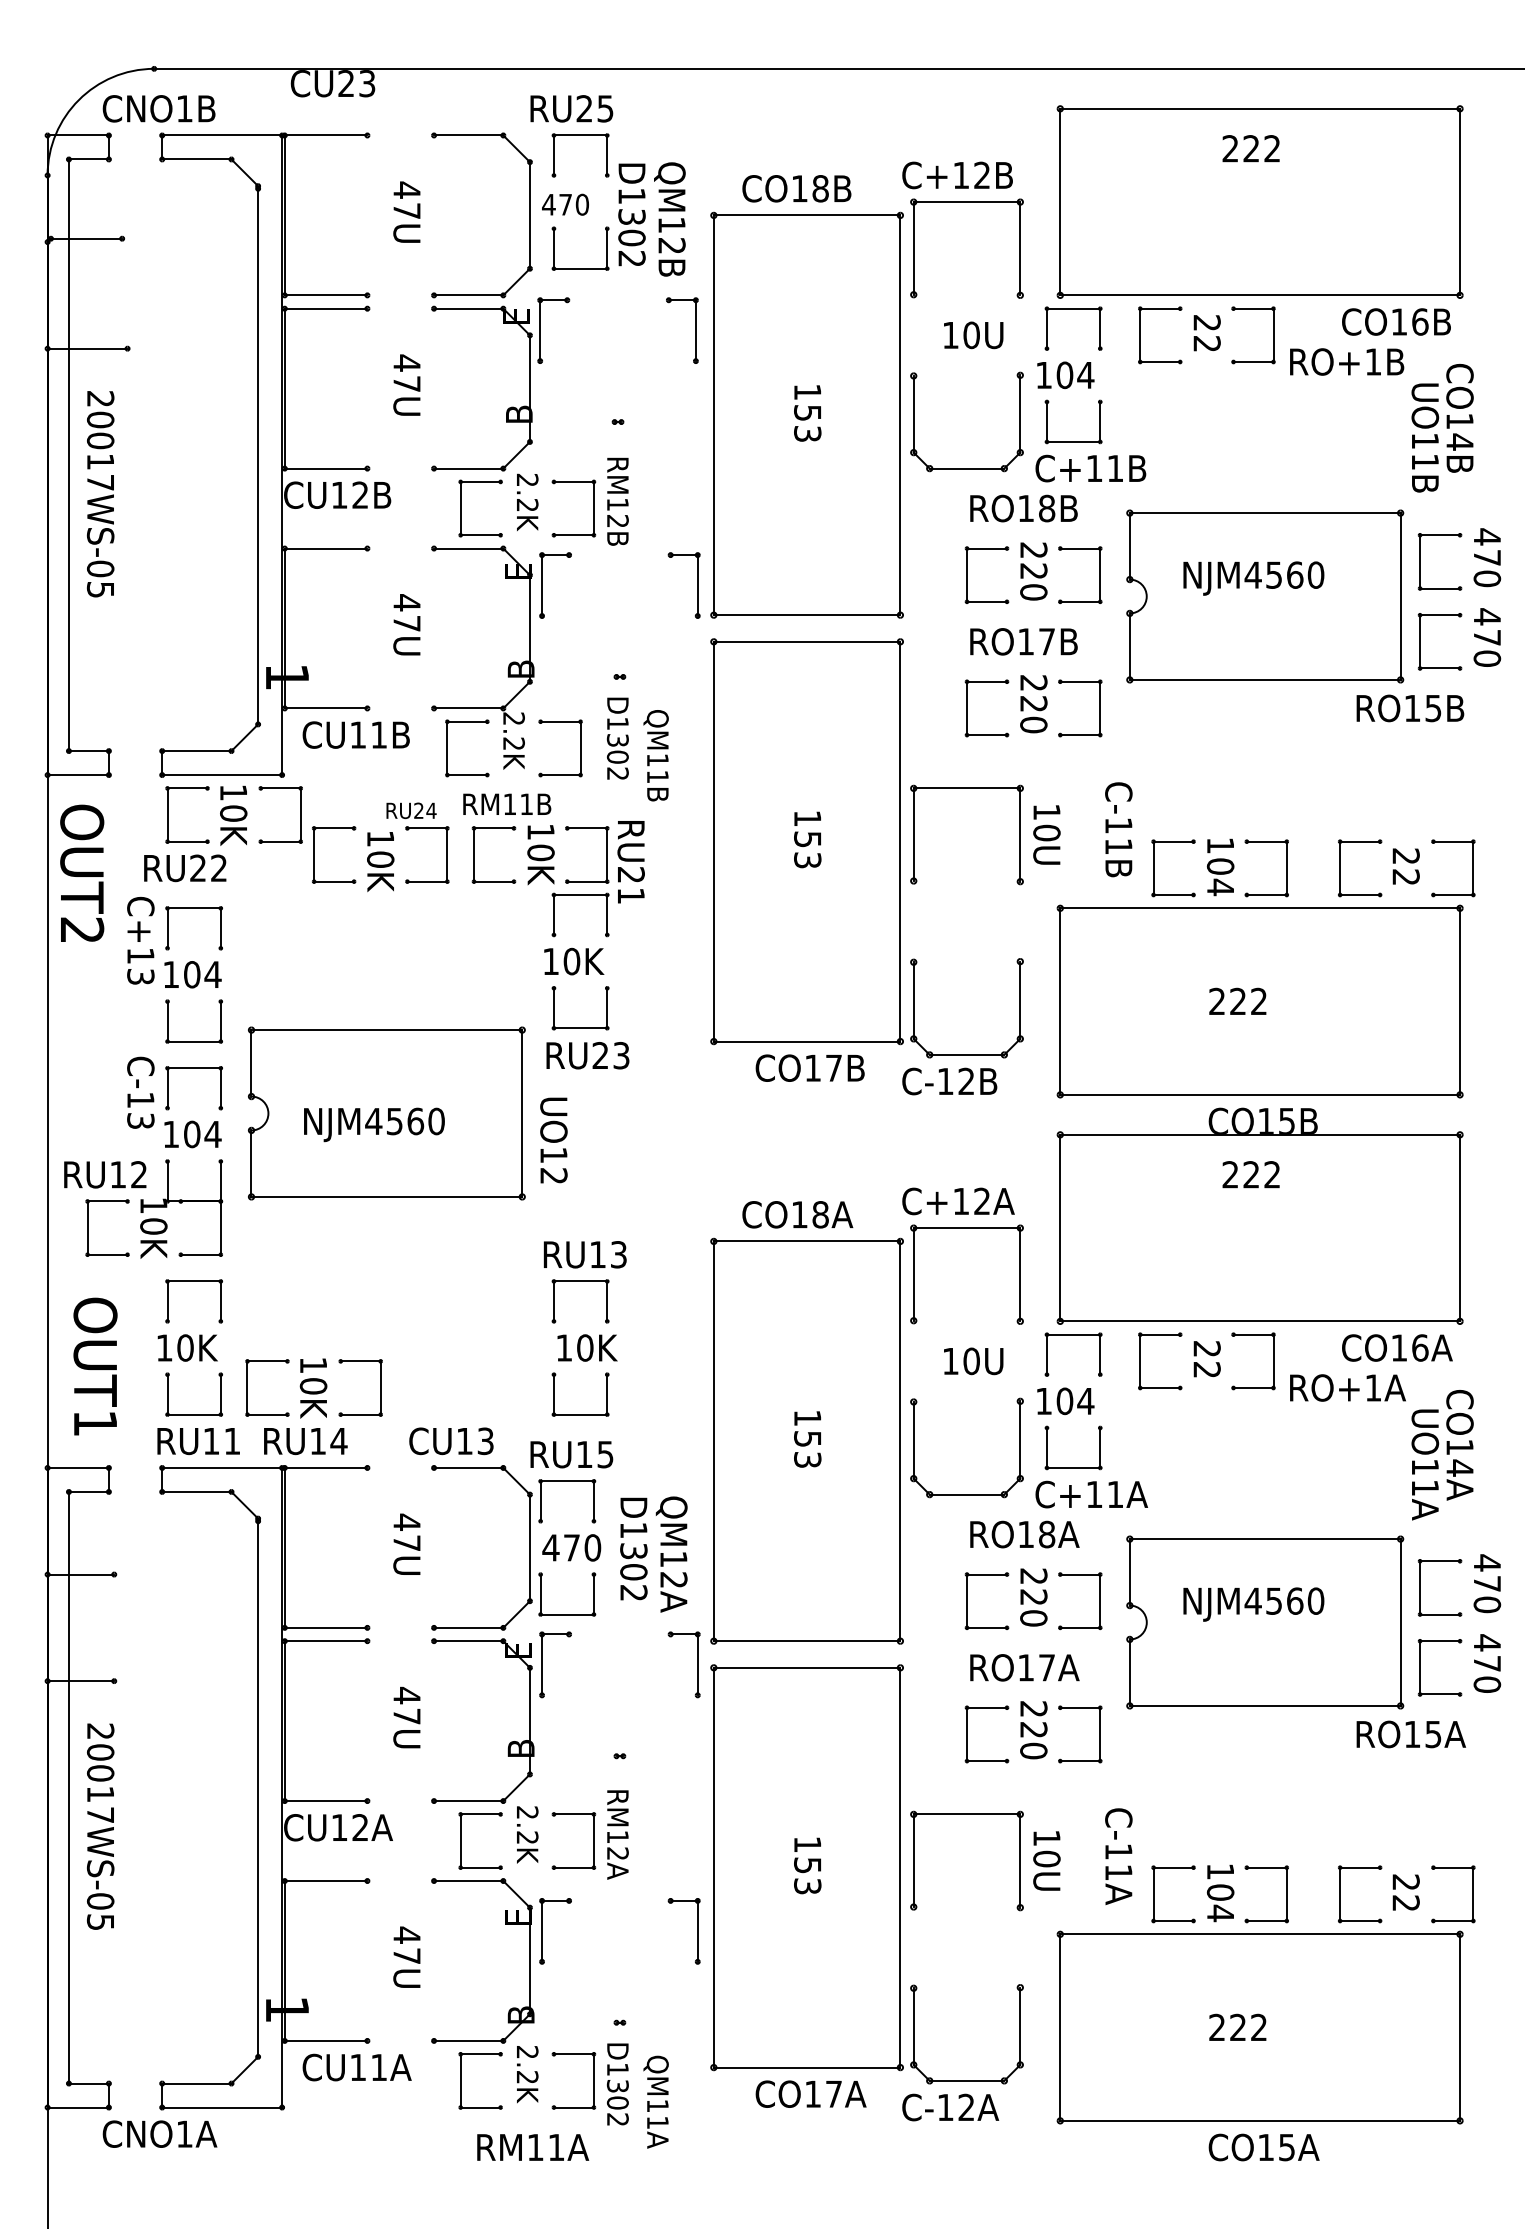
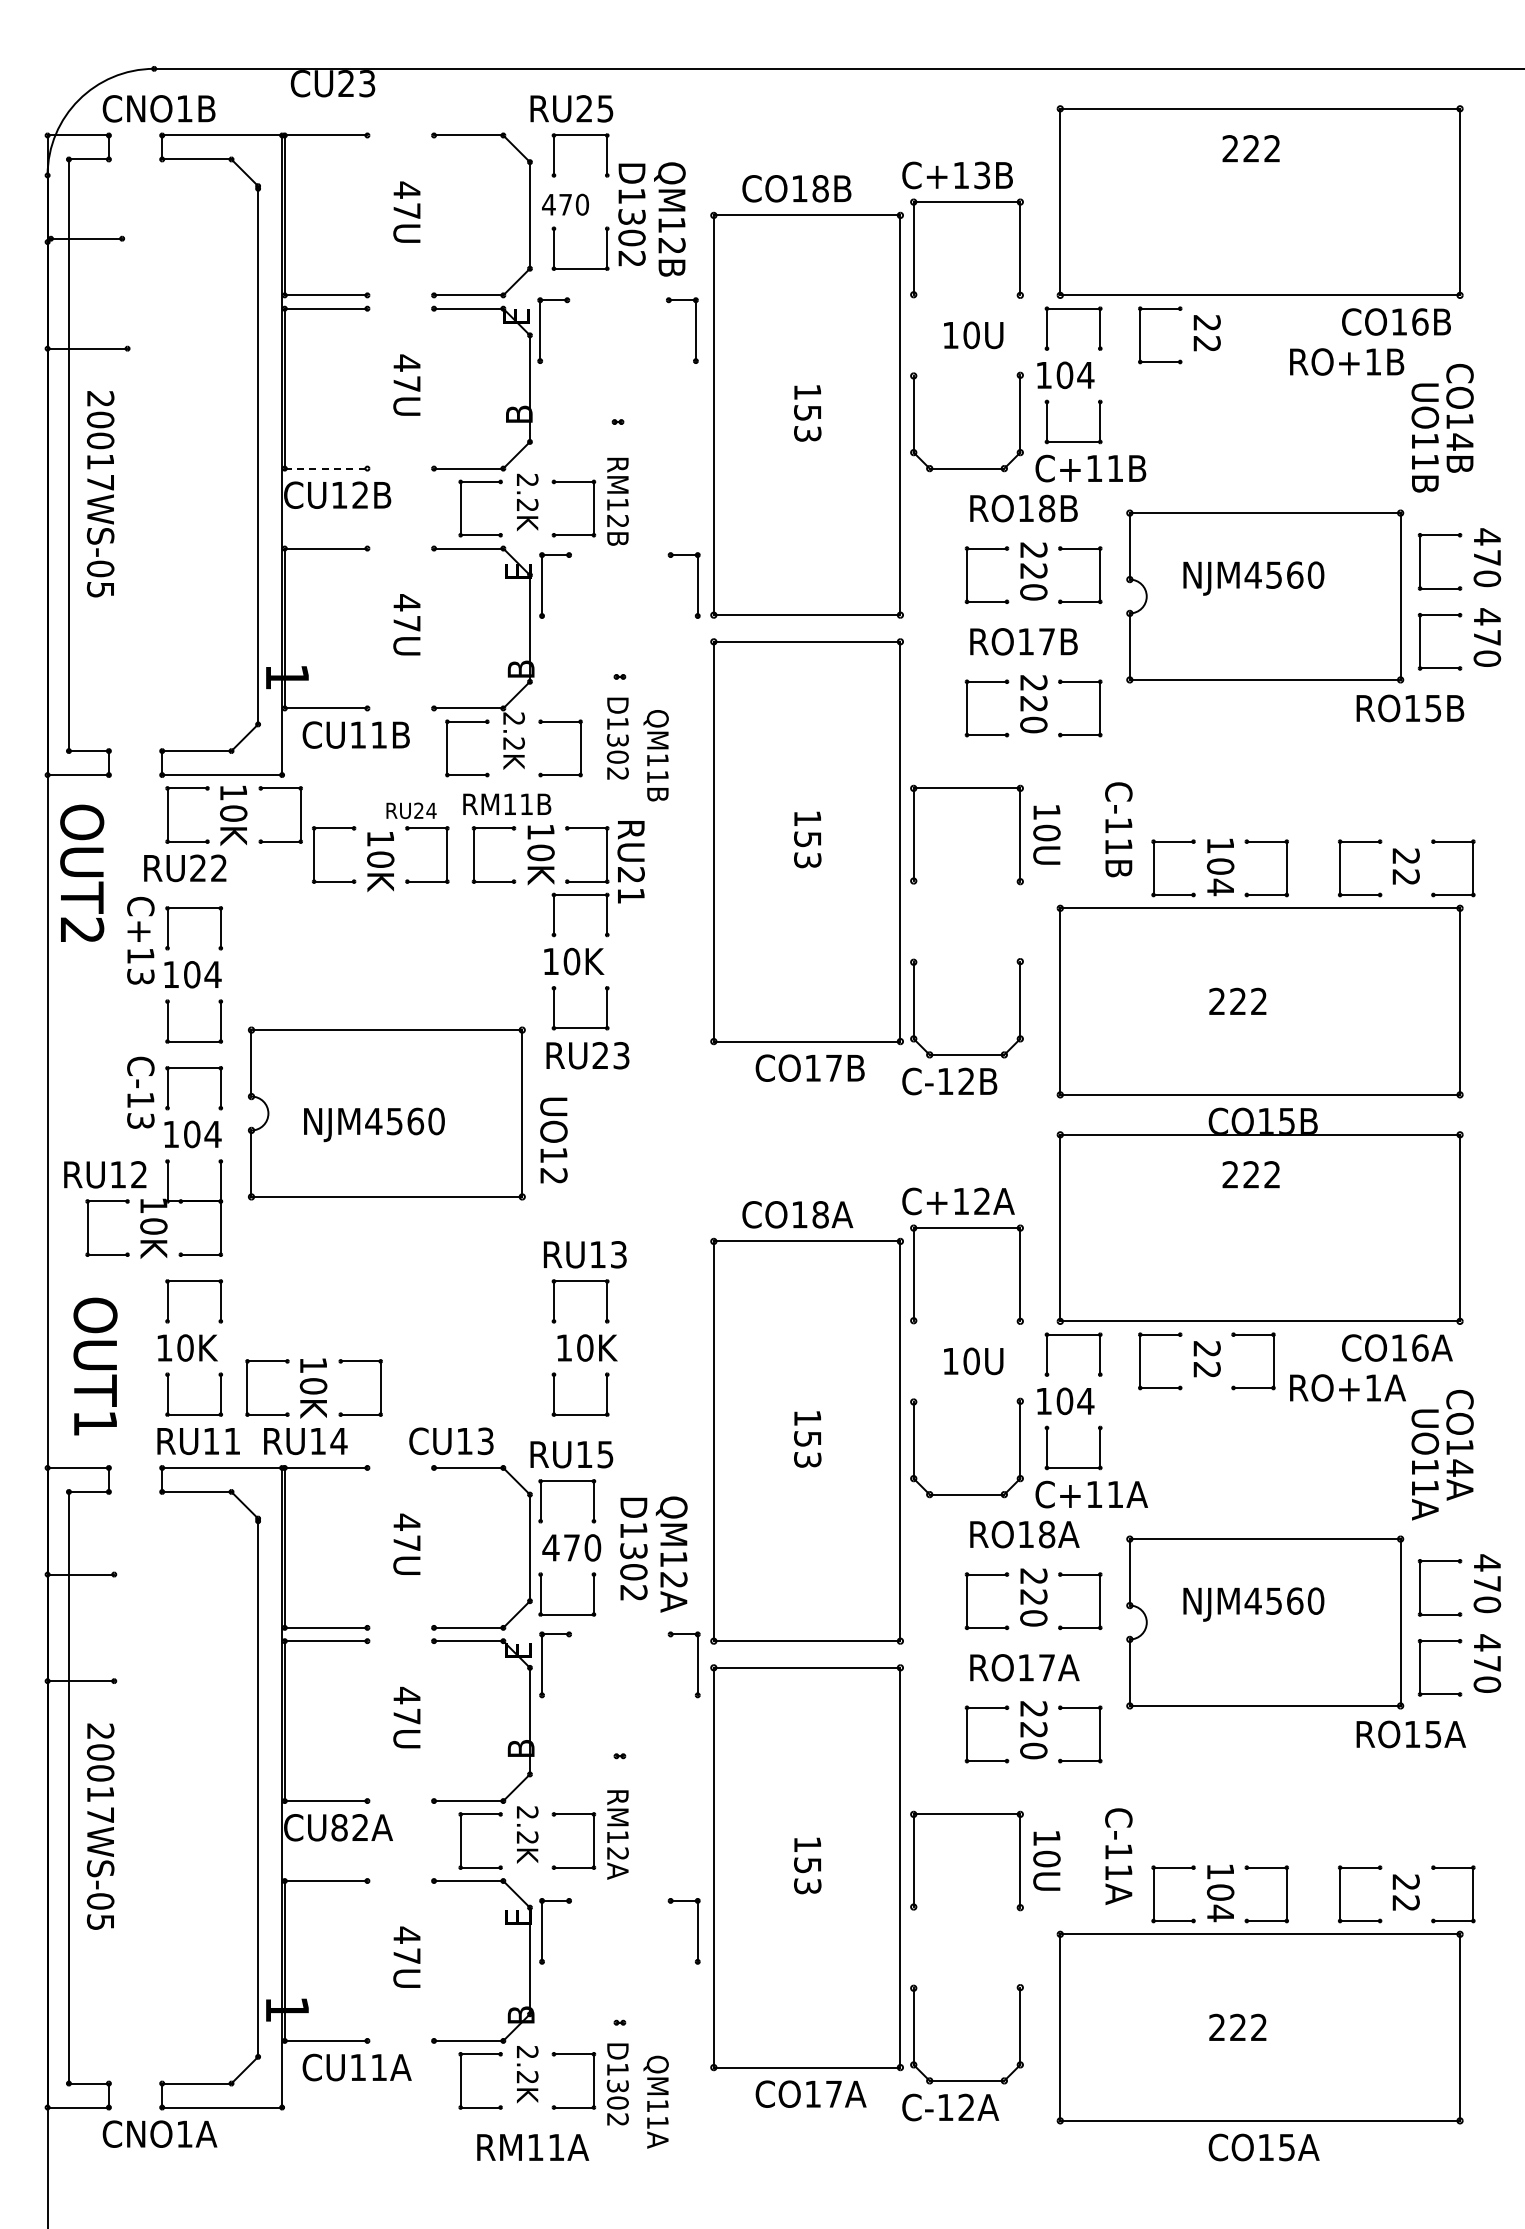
text at (982, 175): C+12B -> C+13B
part at (1273, 335): present -> none
line at (326, 468): solid -> dashed
text at (339, 1827): CU12A -> CU82A
